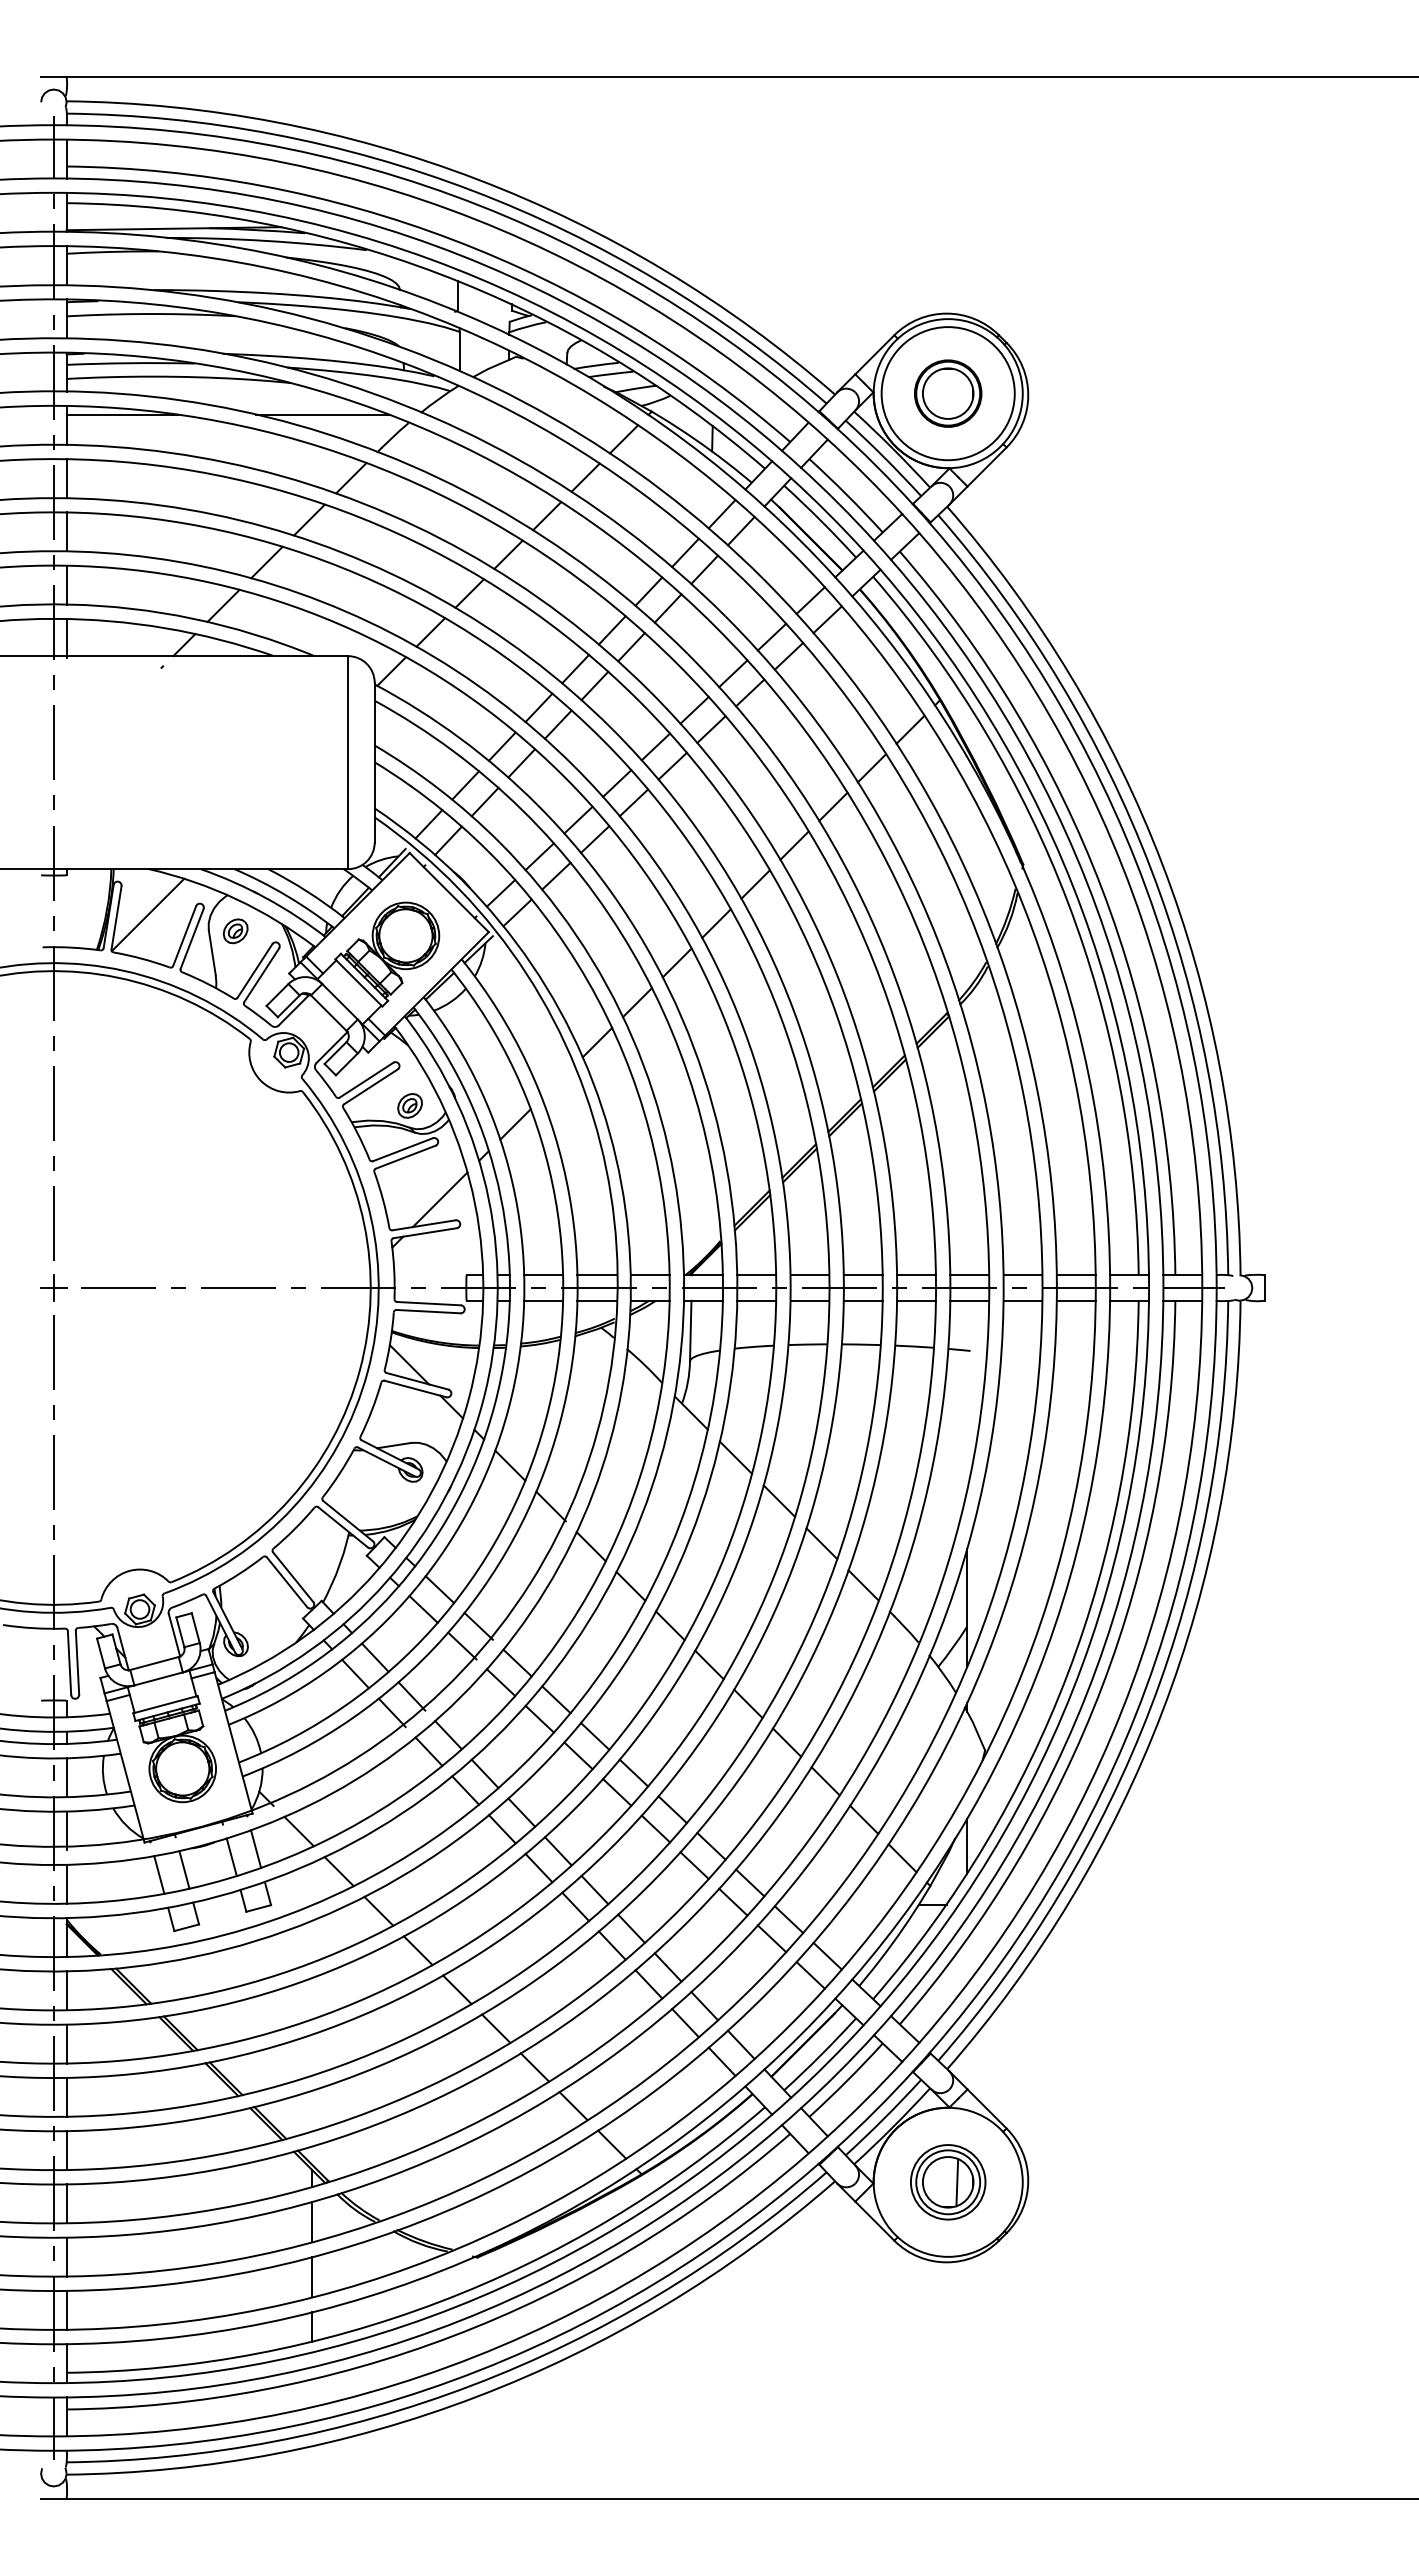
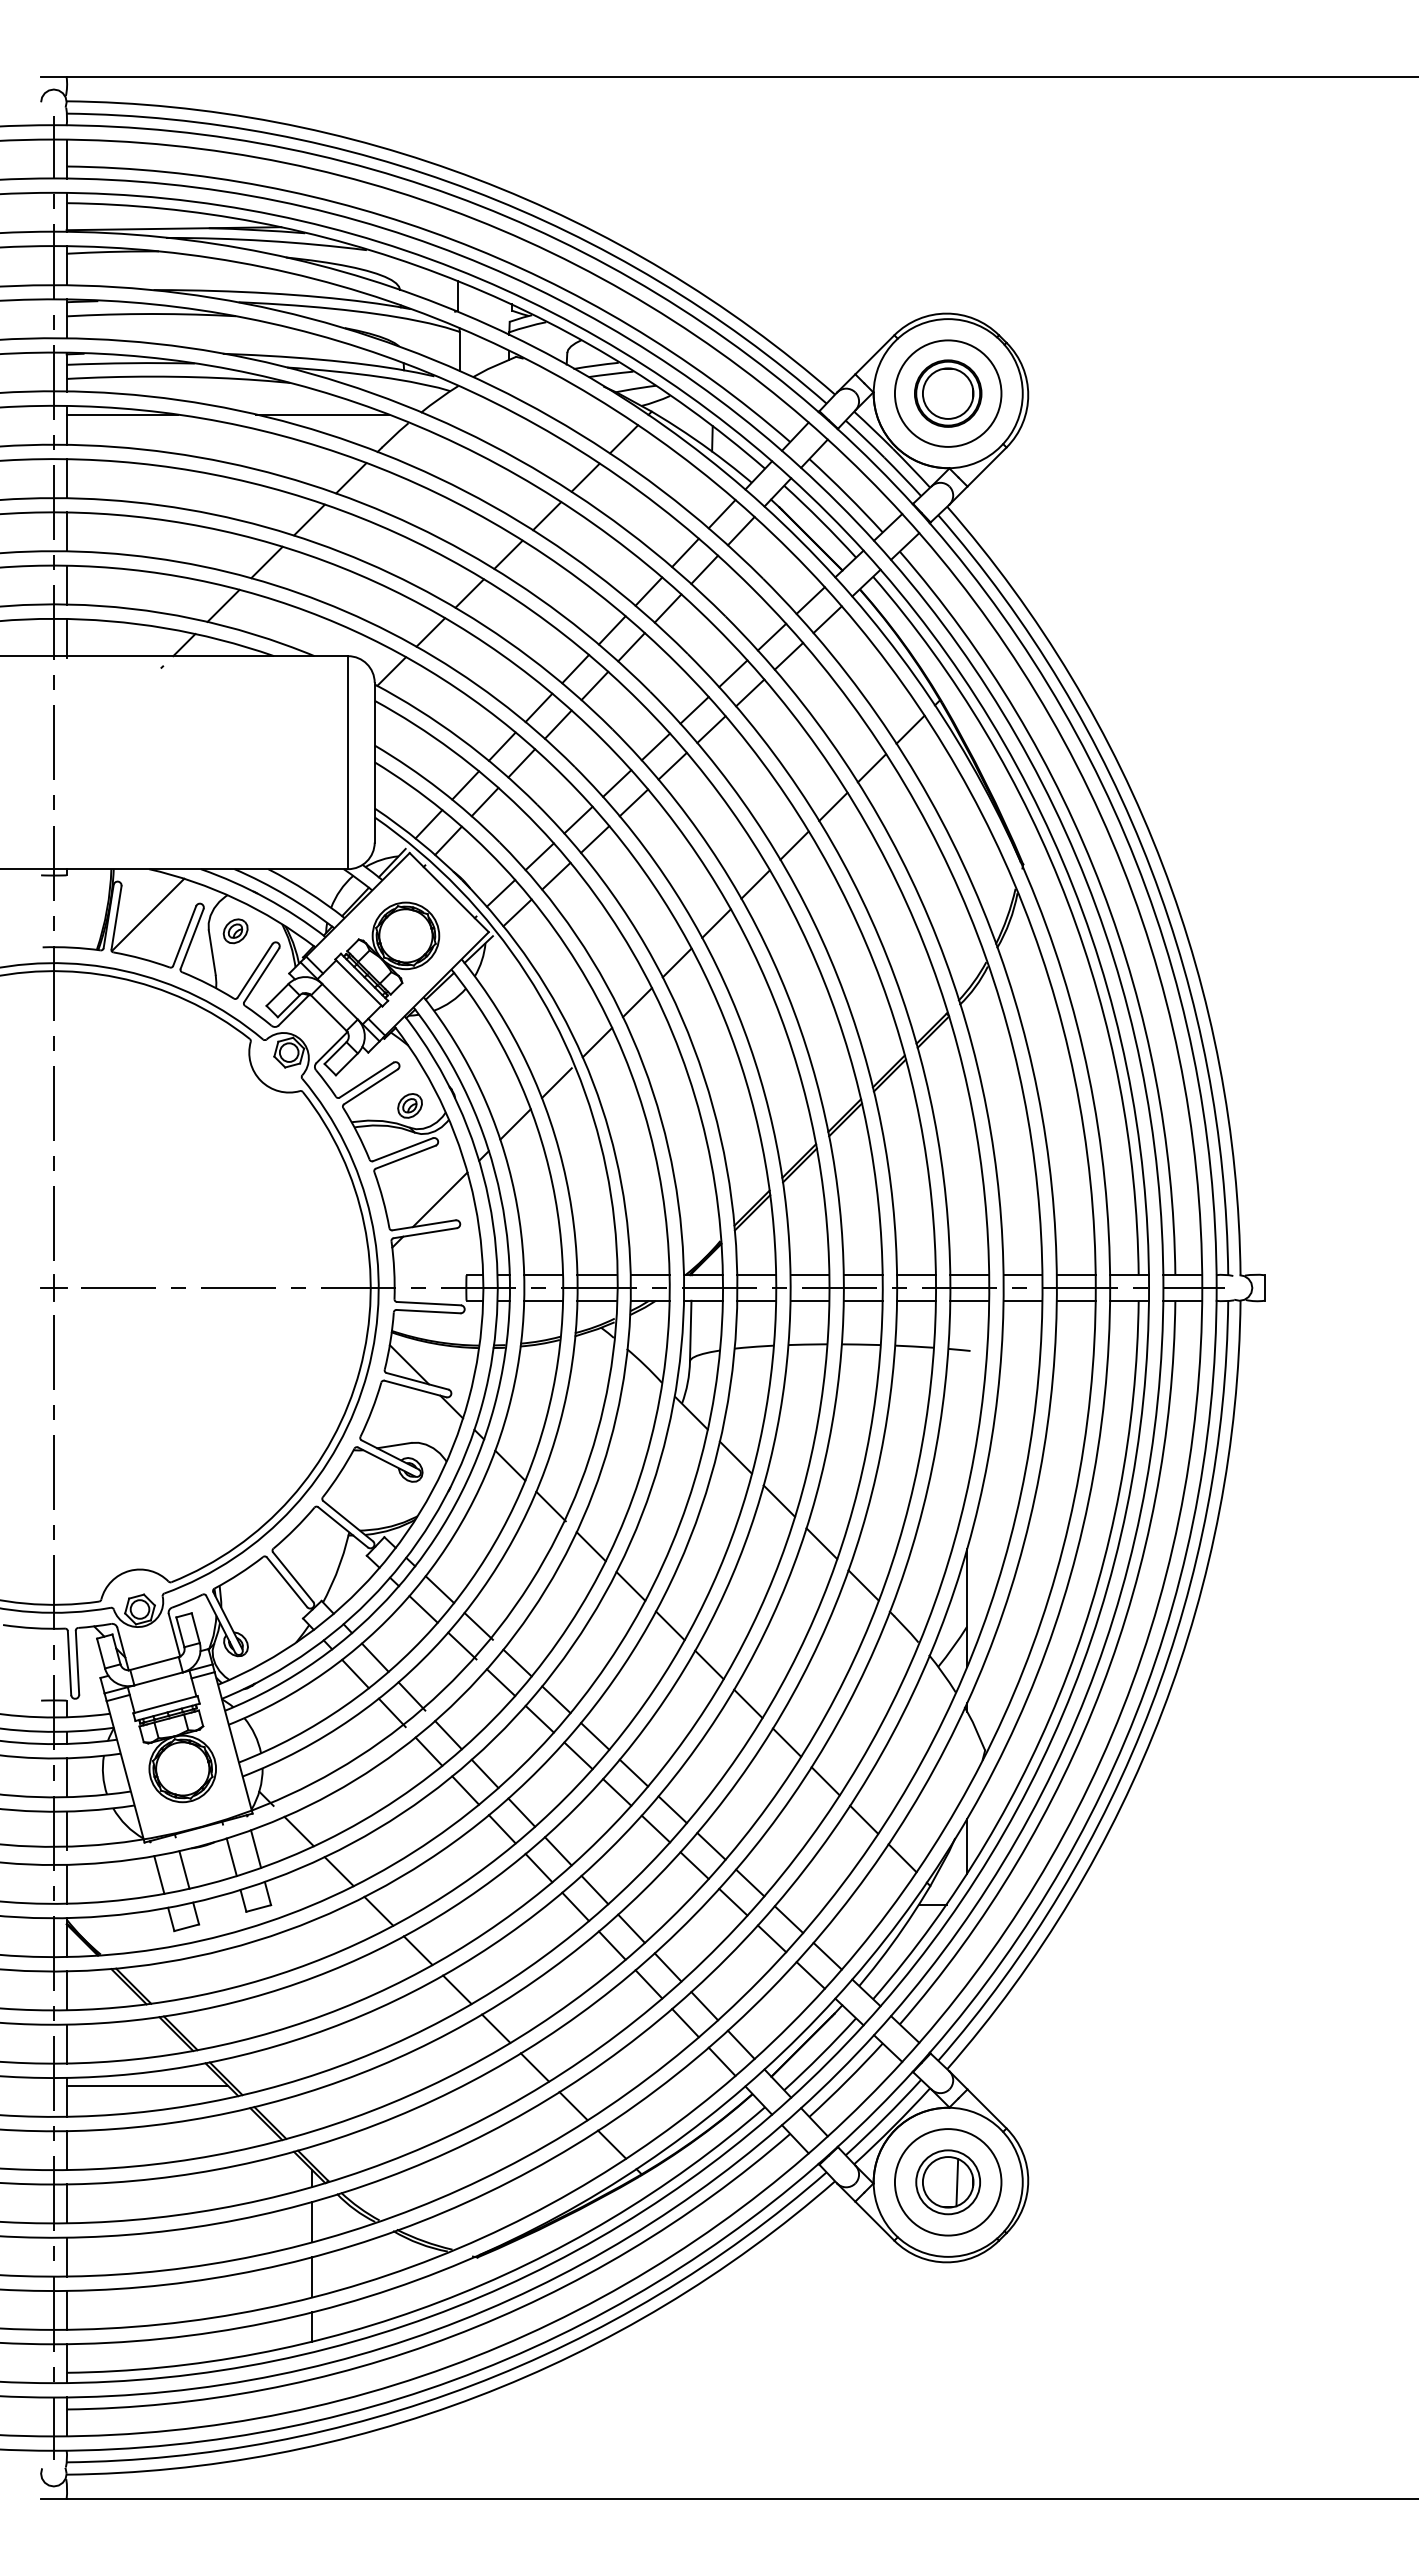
circle at (947, 393) diameter: 133 px -> 107 px
line at (556, 1083): none -> present
line at (147, 2085): none -> present
circle at (947, 2182) diameter: 75 px -> 107 px
